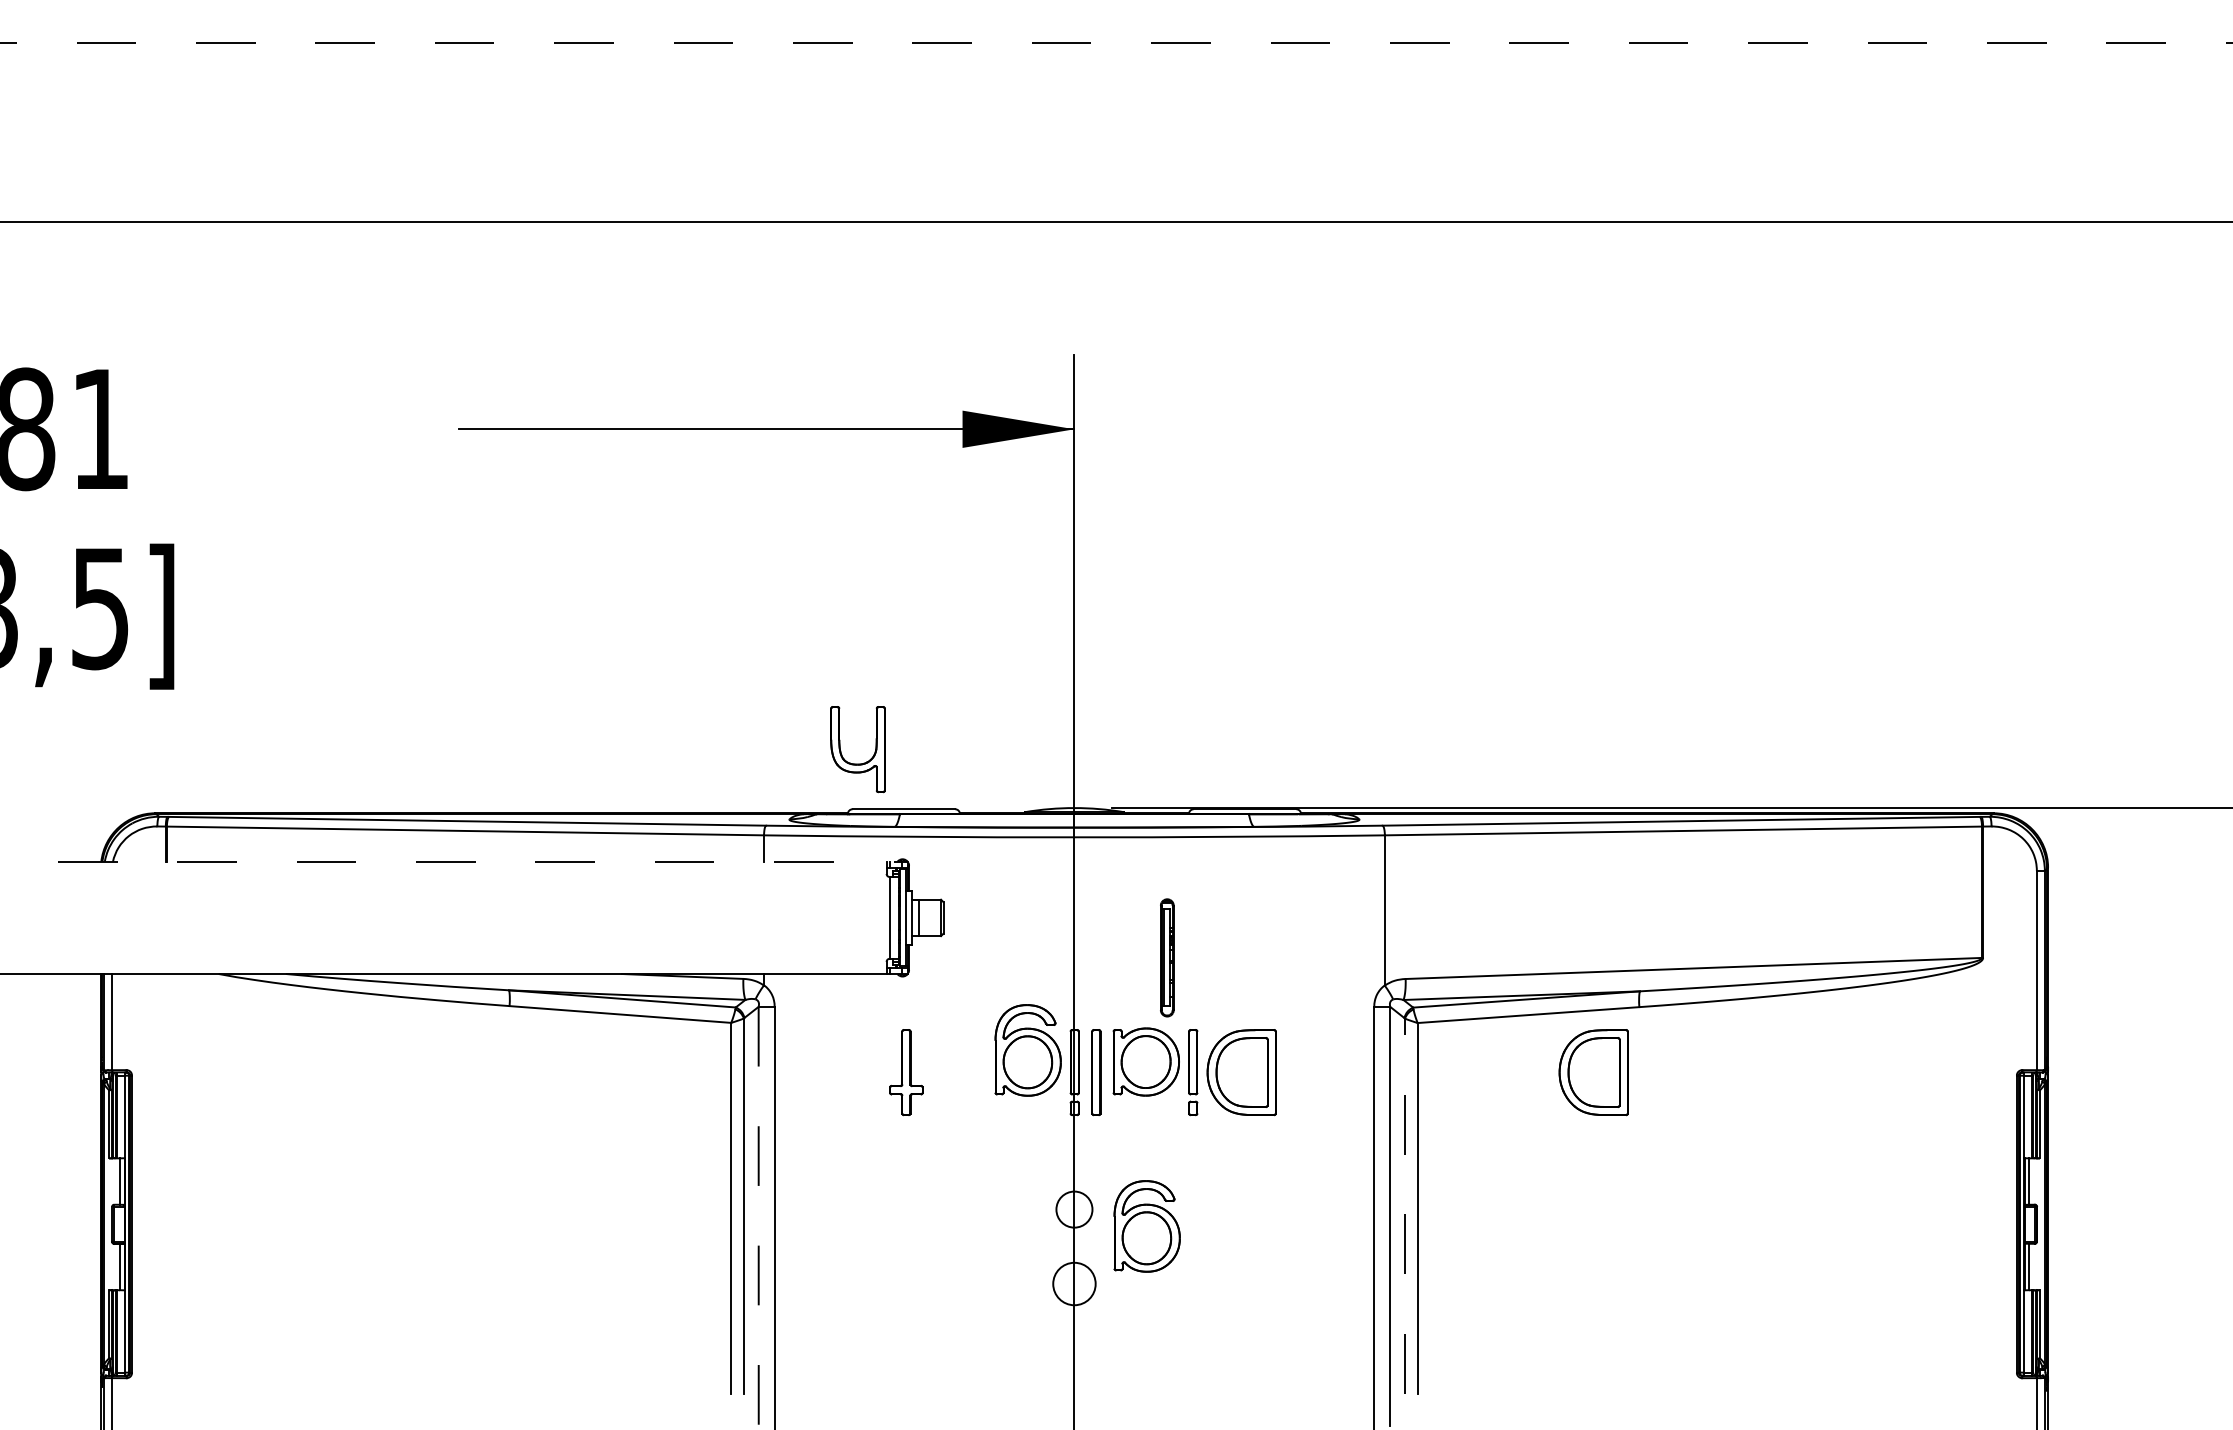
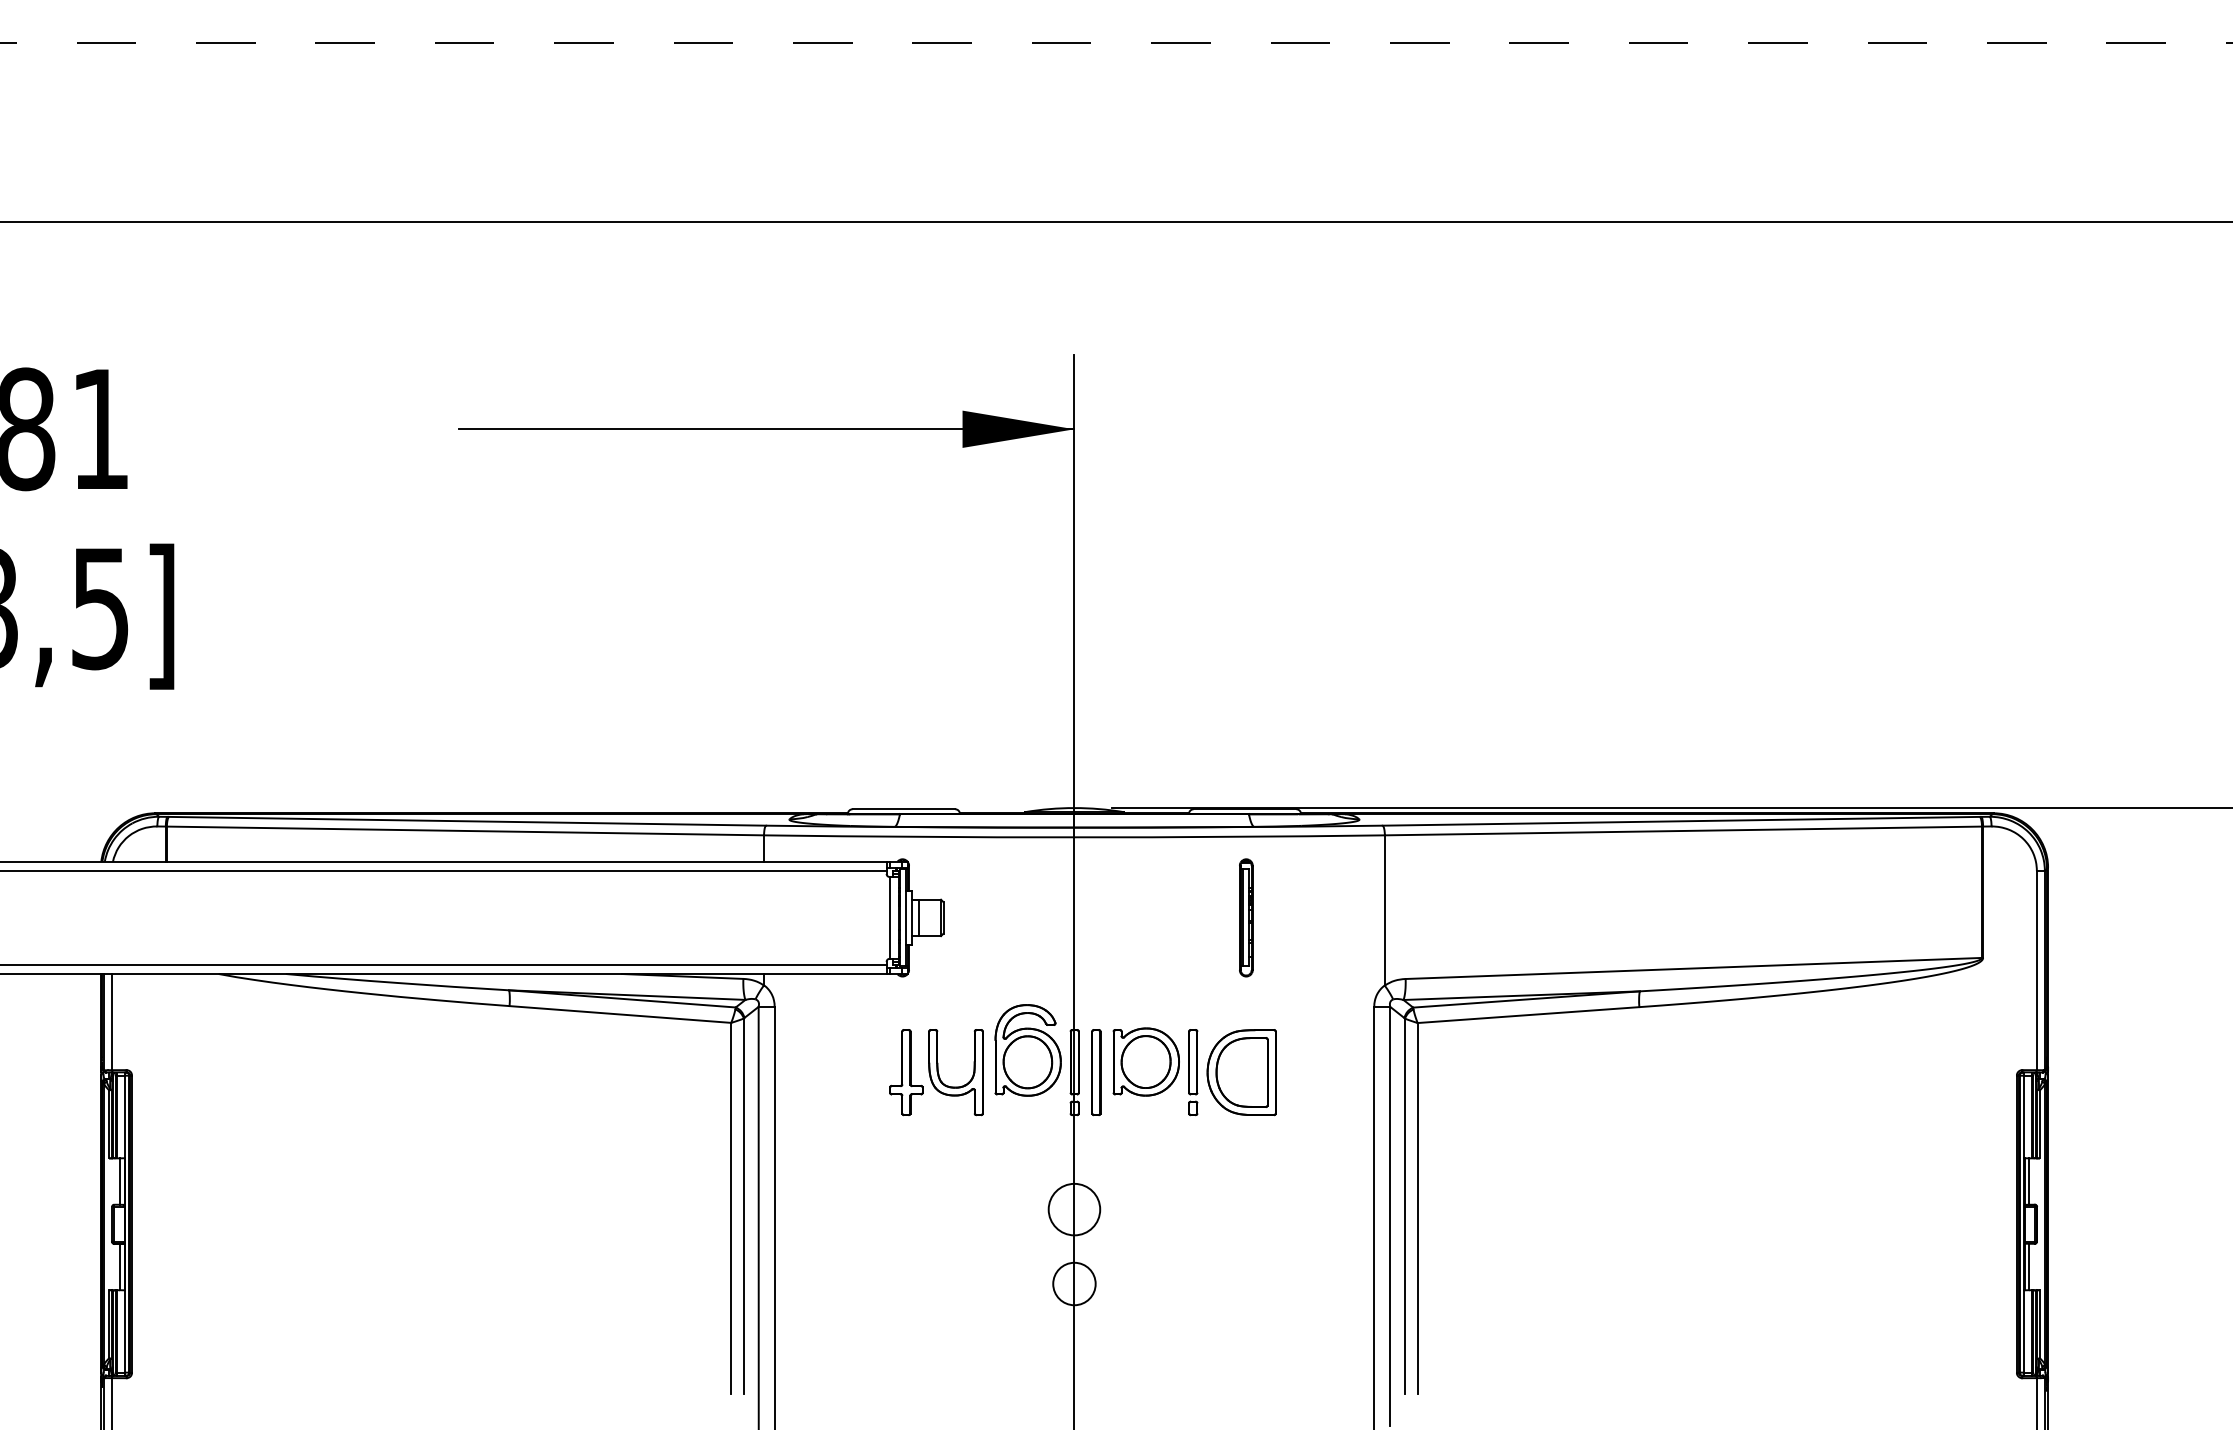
part at (857, 763) position: (857, 763) -> (955, 1086)
line at (454, 861): dashed -> solid
line at (444, 870): none -> present
part at (1167, 957) position: (1167, 957) -> (1246, 917)
line at (444, 964): none -> present
part at (1593, 1072): present -> none
line at (1405, 1205): dashed -> solid
circle at (1074, 1209) diameter: 36 px -> 52 px
line at (758, 1218): dashed -> solid
part at (1146, 1226): present -> none
